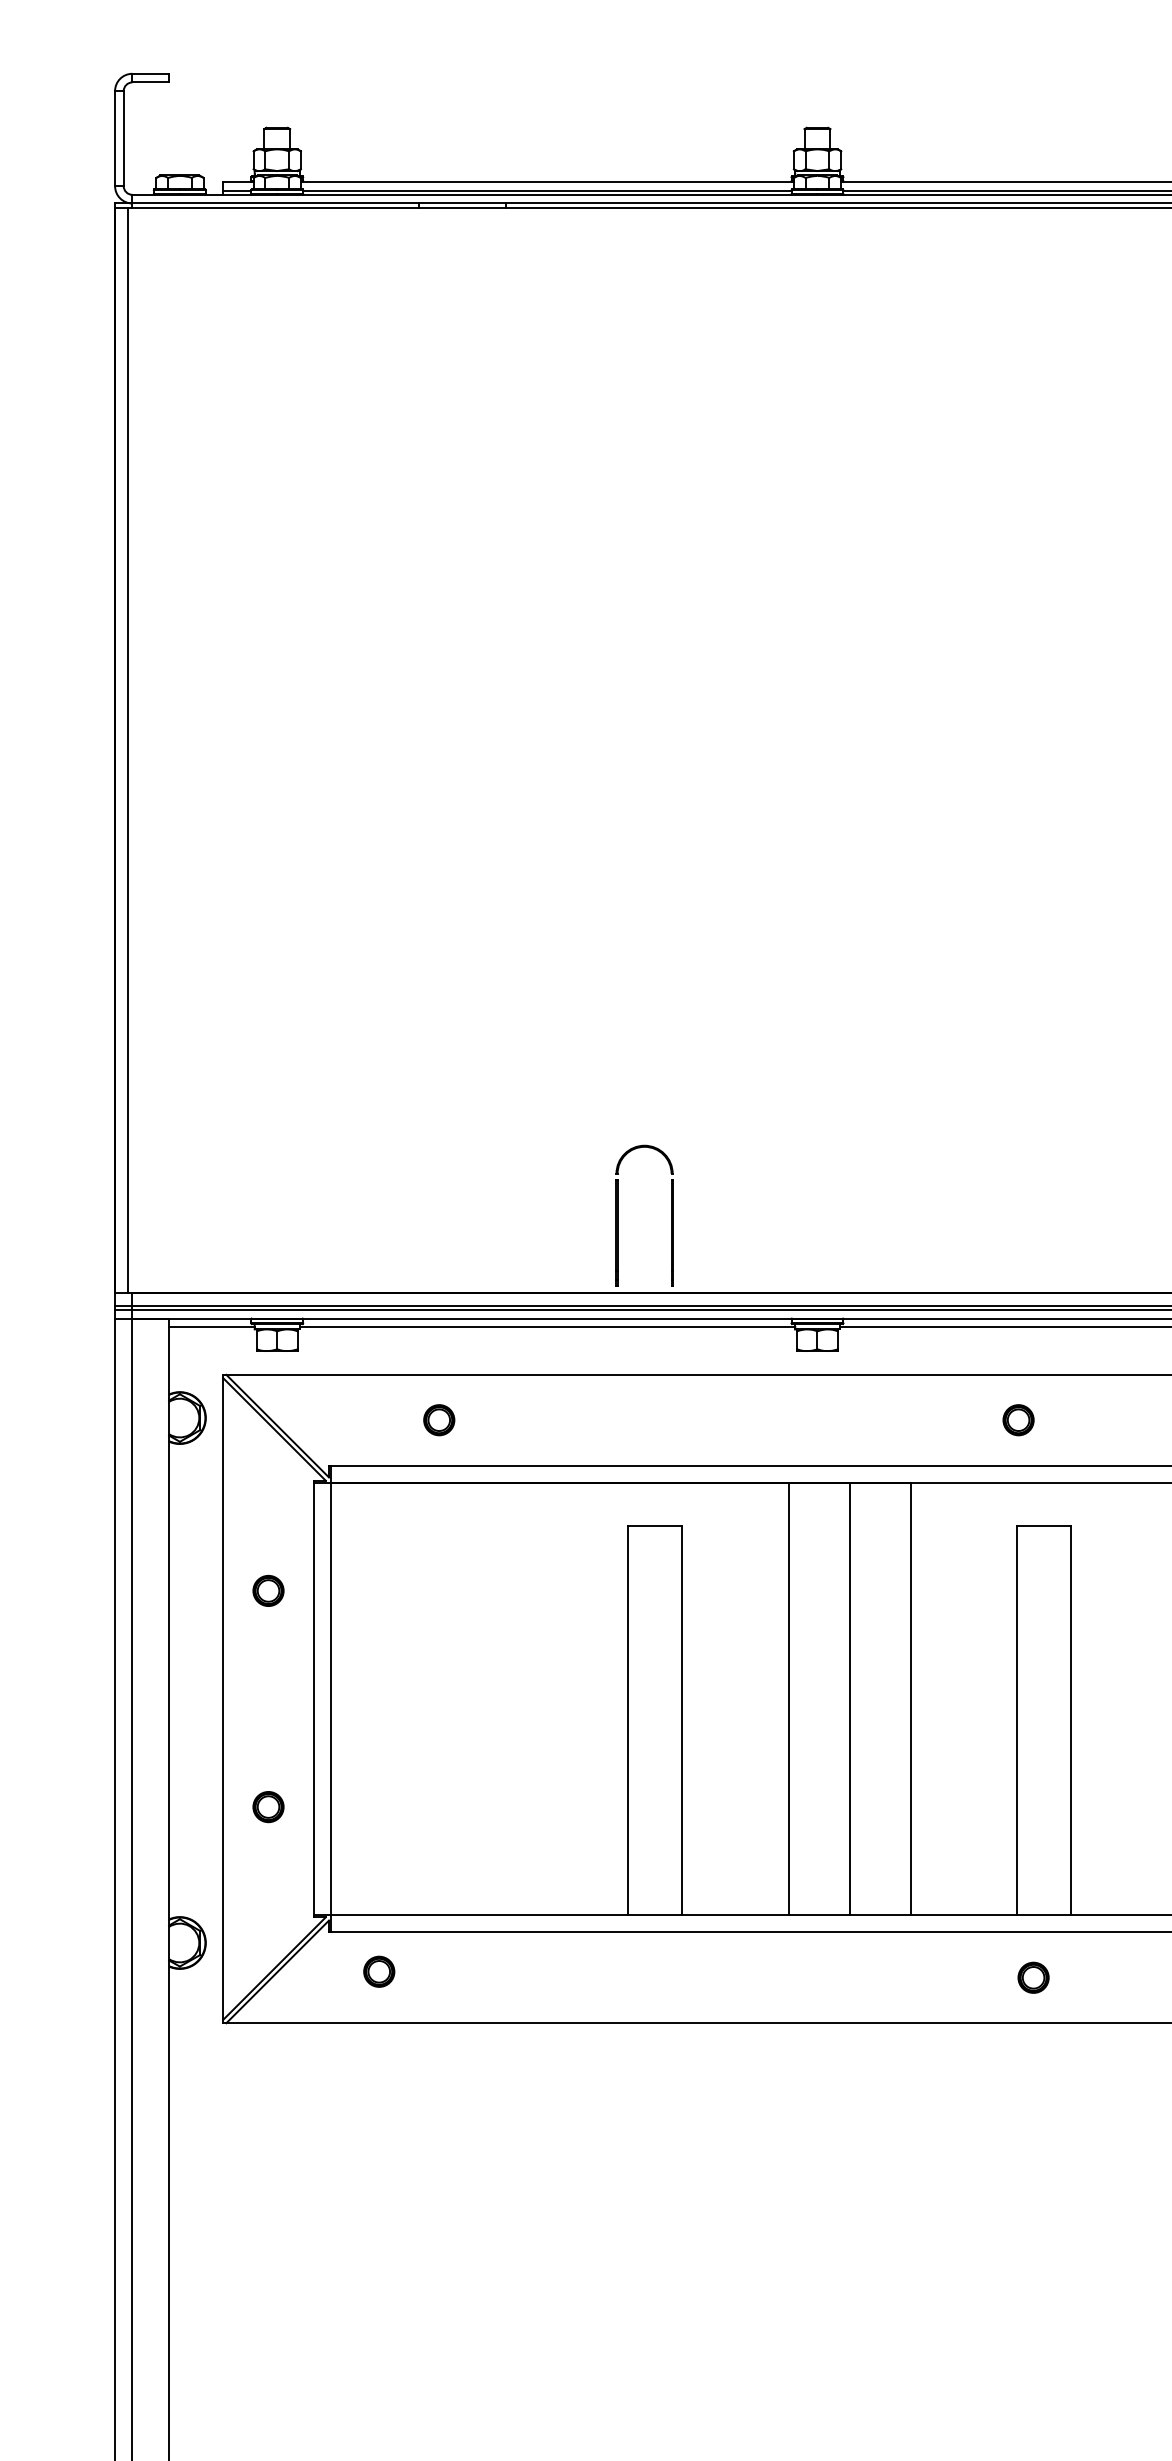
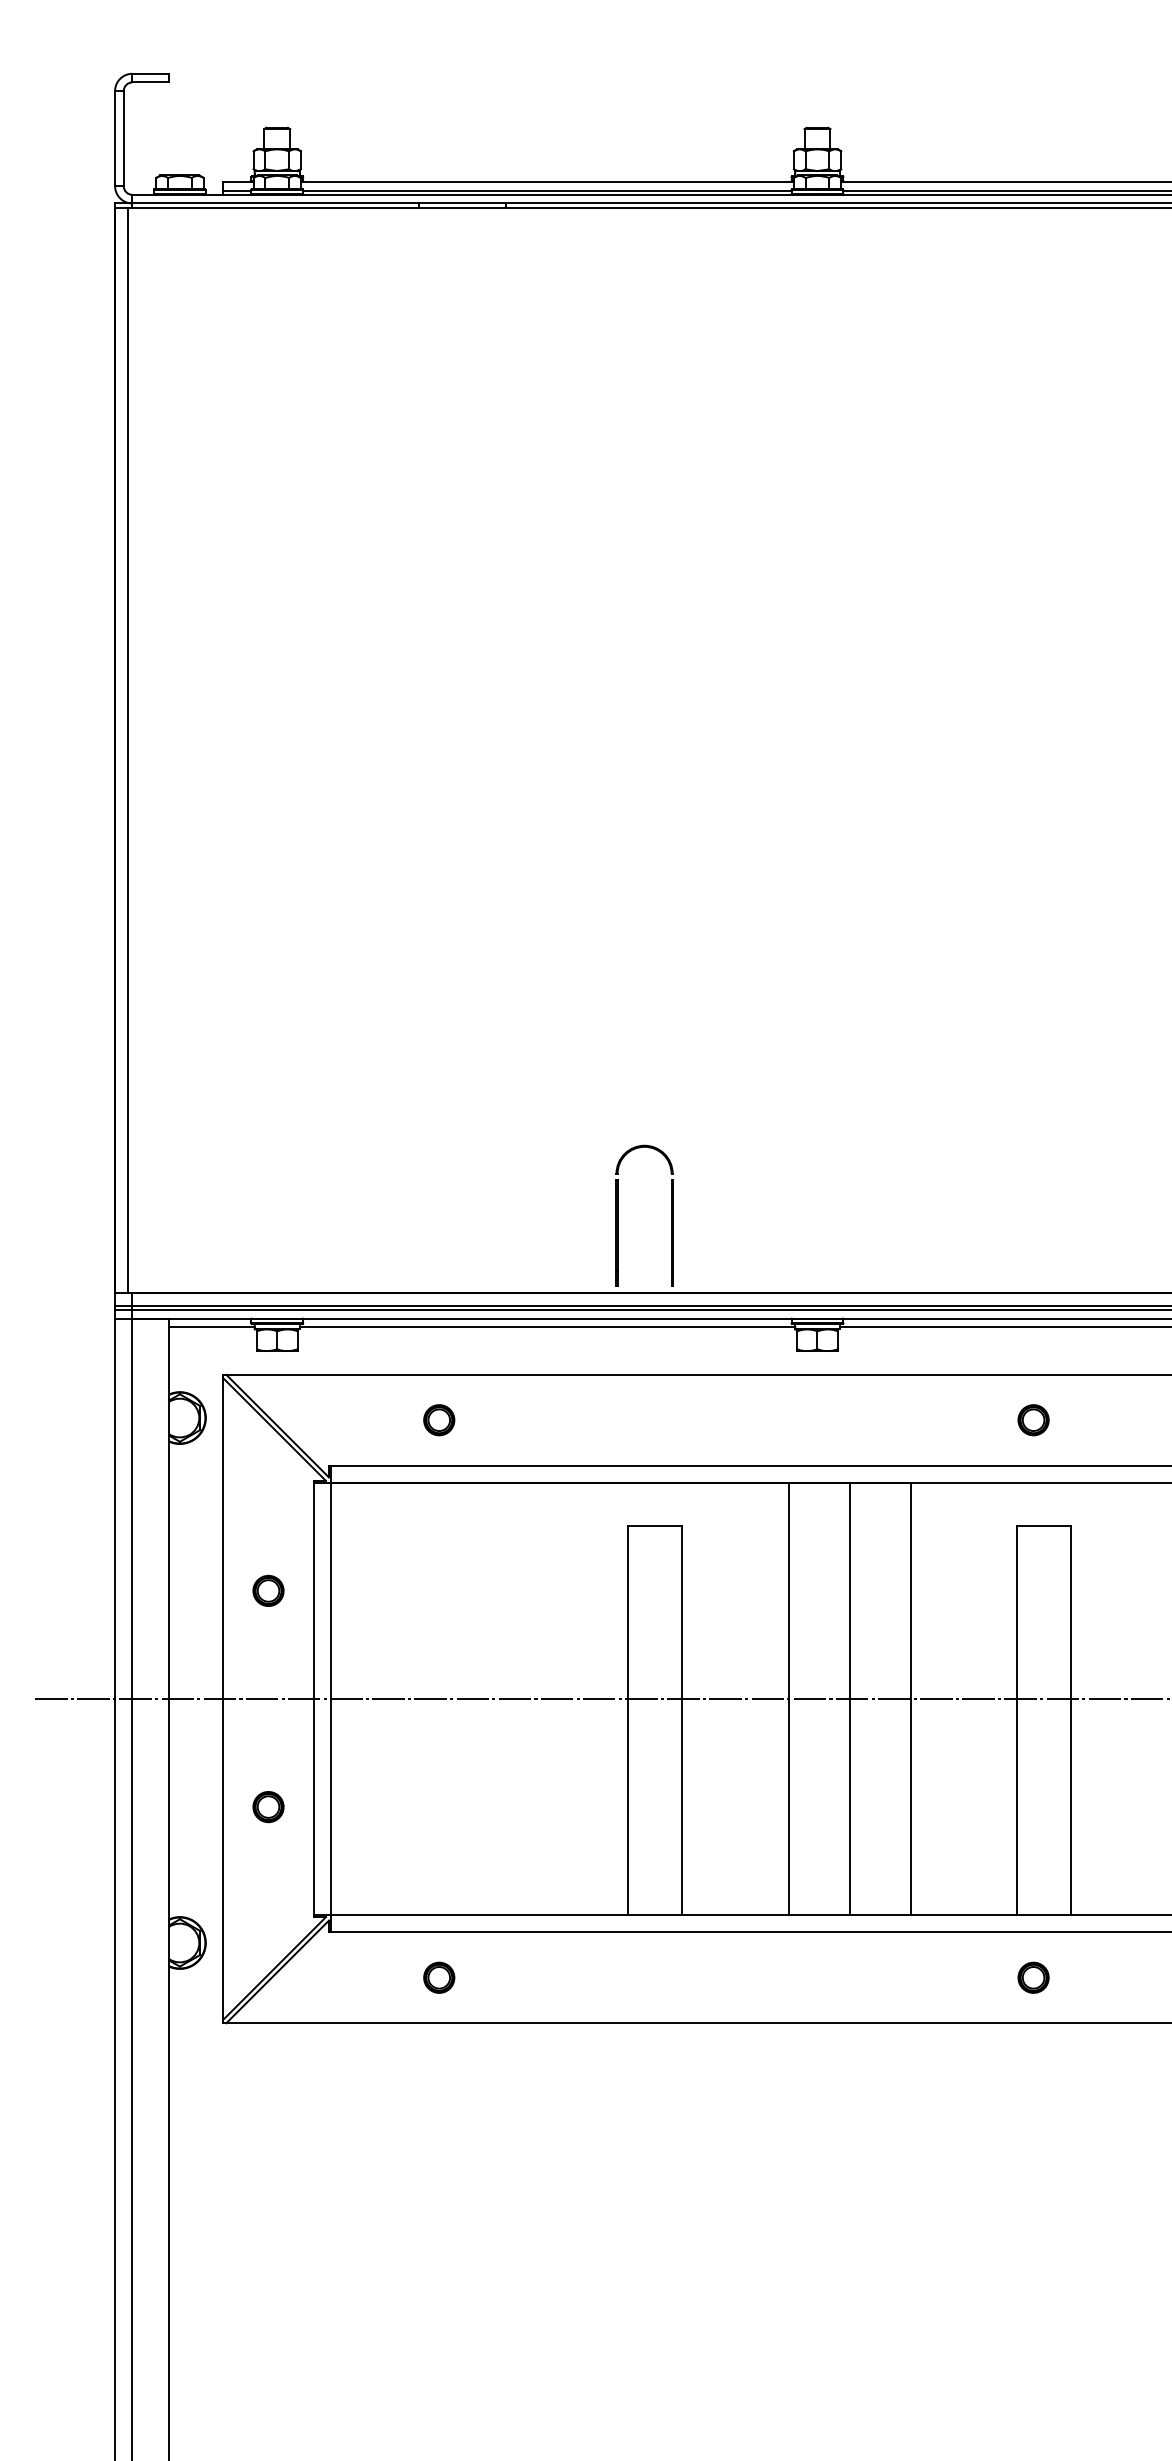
part at (1018, 1420) position: (1018, 1420) -> (1033, 1420)
line at (601, 1699): none -> present
part at (379, 1971) position: (379, 1971) -> (439, 1977)
